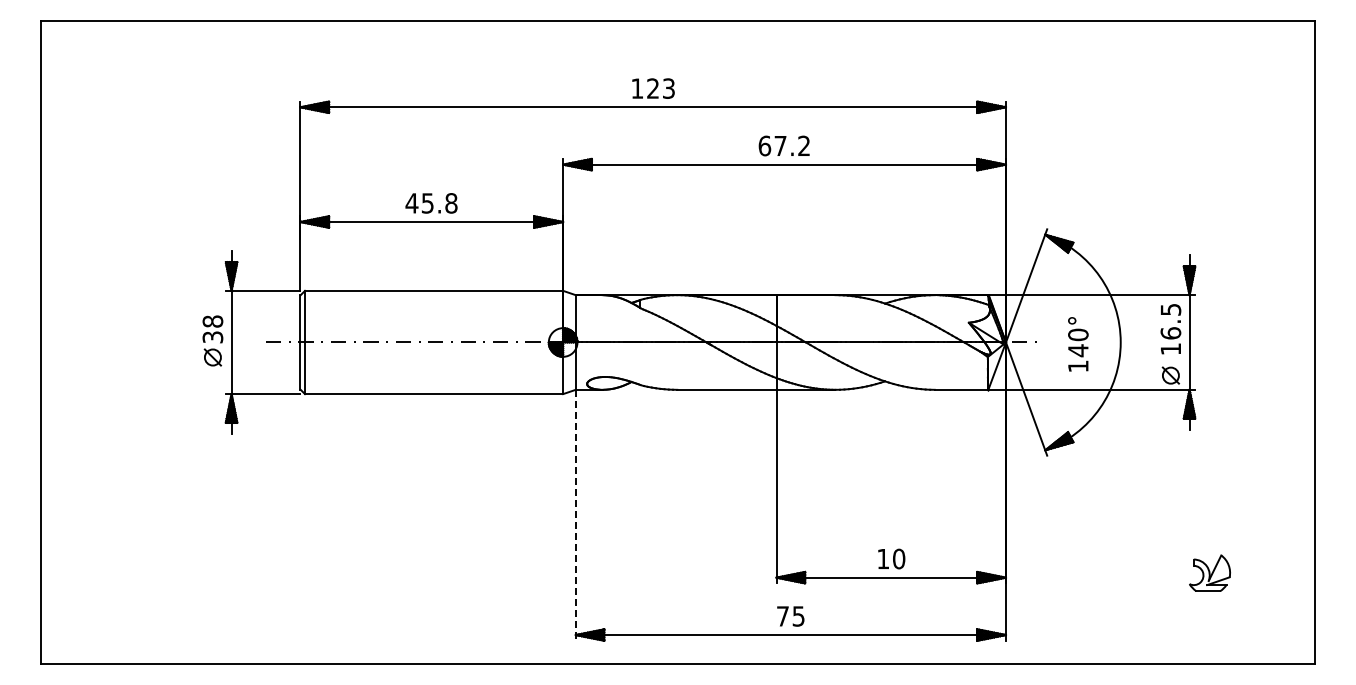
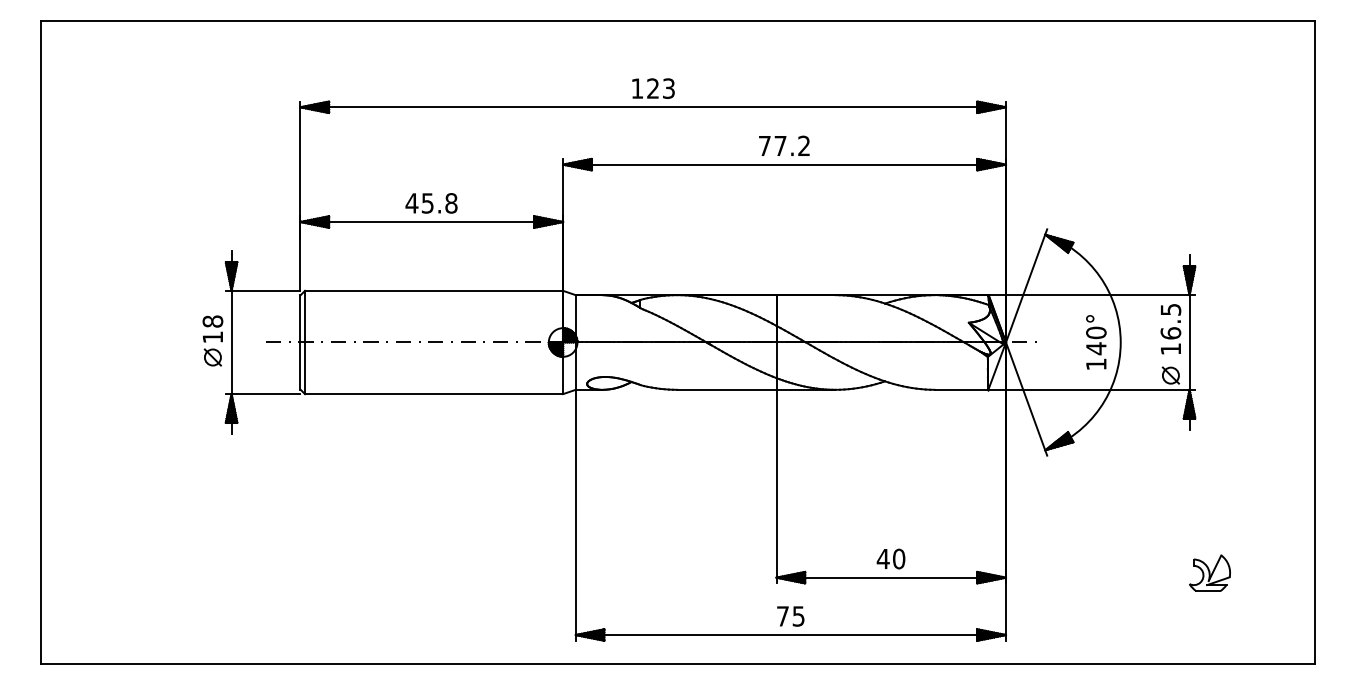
text at (764, 145): 67.2 -> 77.2
text at (212, 337): 38 -> 18
text at (1078, 344) position: (1078, 344) -> (1096, 342)
line at (575, 515): dashed -> solid
text at (882, 558): 10 -> 40
